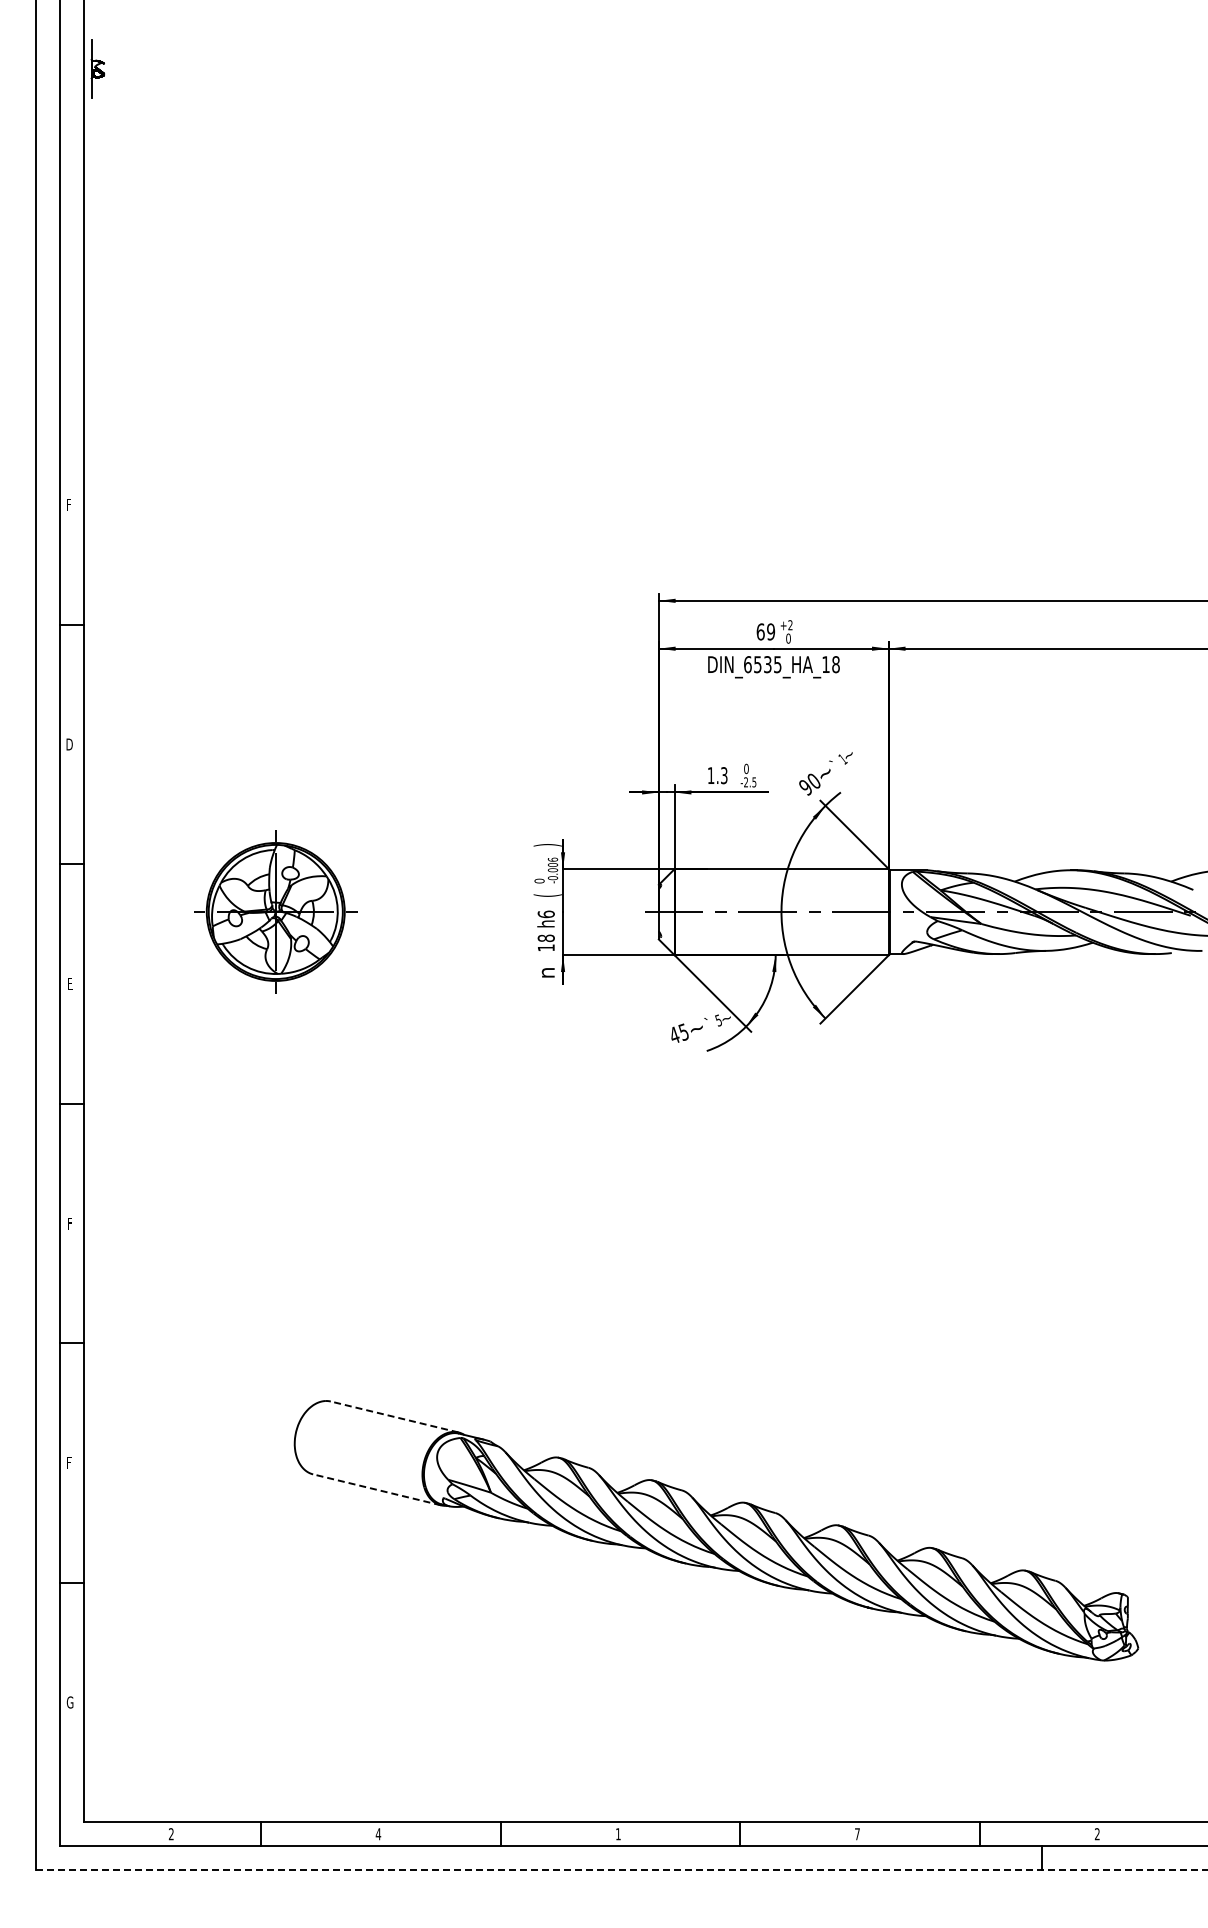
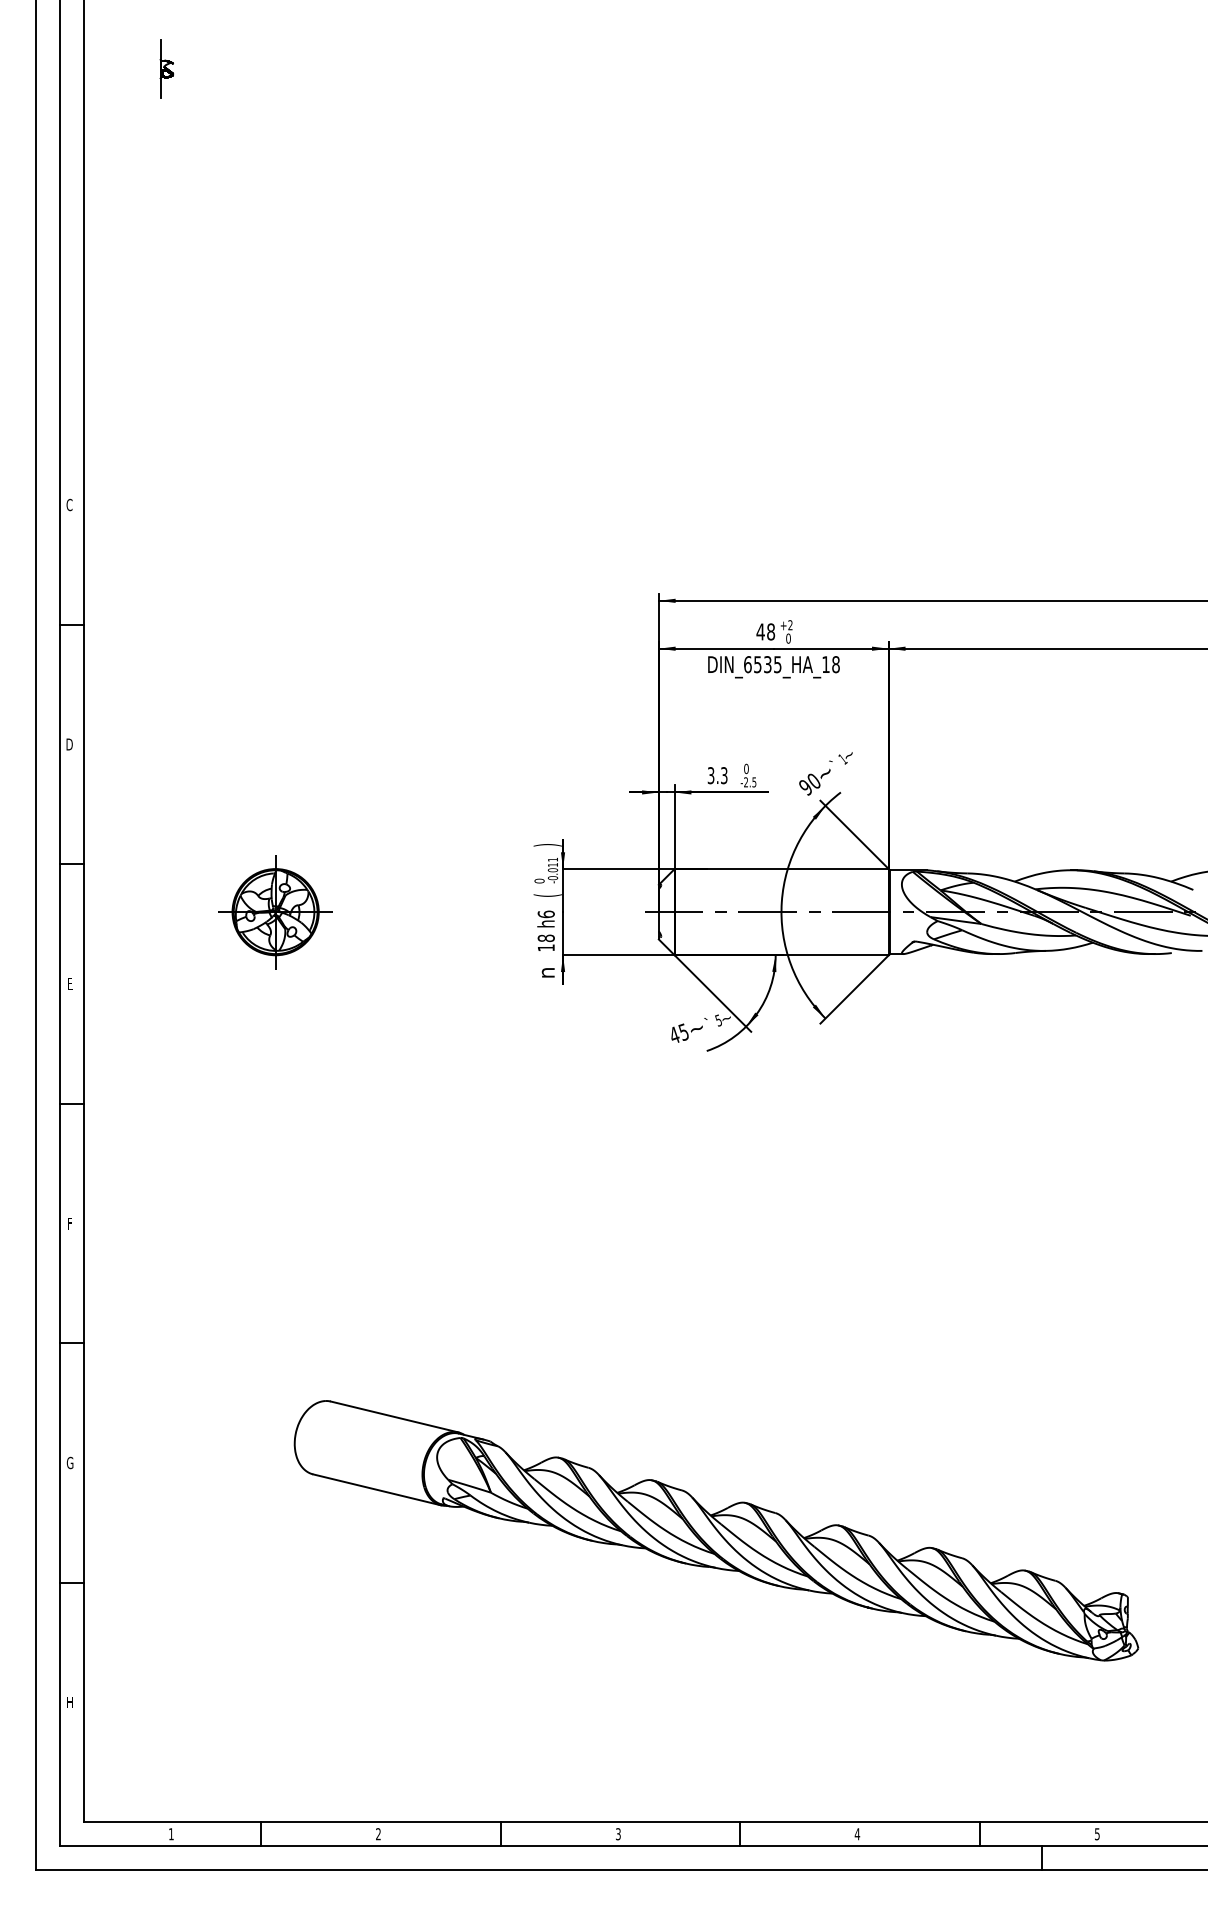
part at (97, 68) position: (97, 68) -> (166, 68)
text at (69, 504): F -> C
text at (765, 631): 69 -> 48
text at (710, 775): 1.3 -> 3.3
text at (552, 861): -0.006 -> -0.011
part at (275, 911) size: 164x164 px -> 115x115 px
line at (394, 1416): dashed -> solid
text at (69, 1462): F -> G
line at (377, 1489): dashed -> solid
text at (69, 1702): G -> H
text at (170, 1833): 2 -> 1
text at (378, 1834): 4 -> 2
text at (618, 1834): 1 -> 3
text at (857, 1834): 7 -> 4
text at (1097, 1834): 2 -> 5
line at (622, 1870): dashed -> solid
